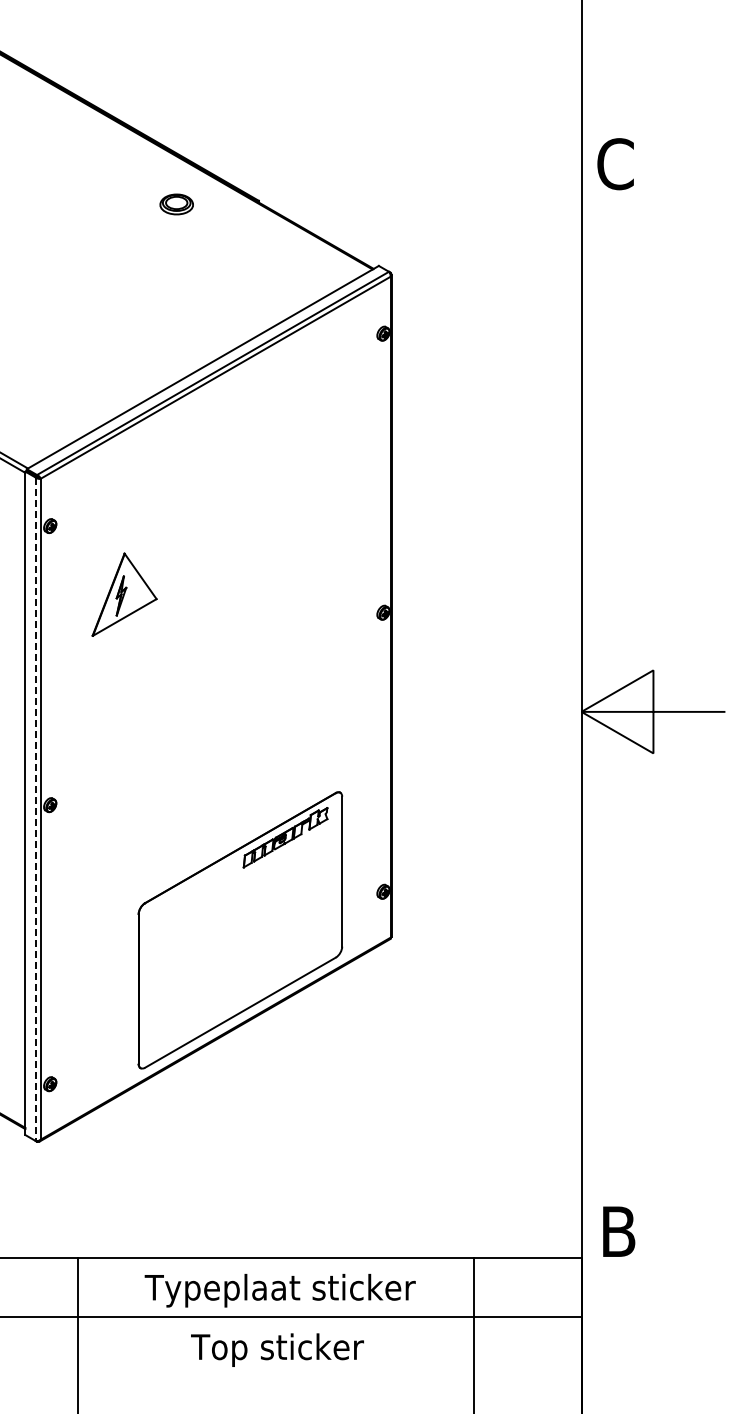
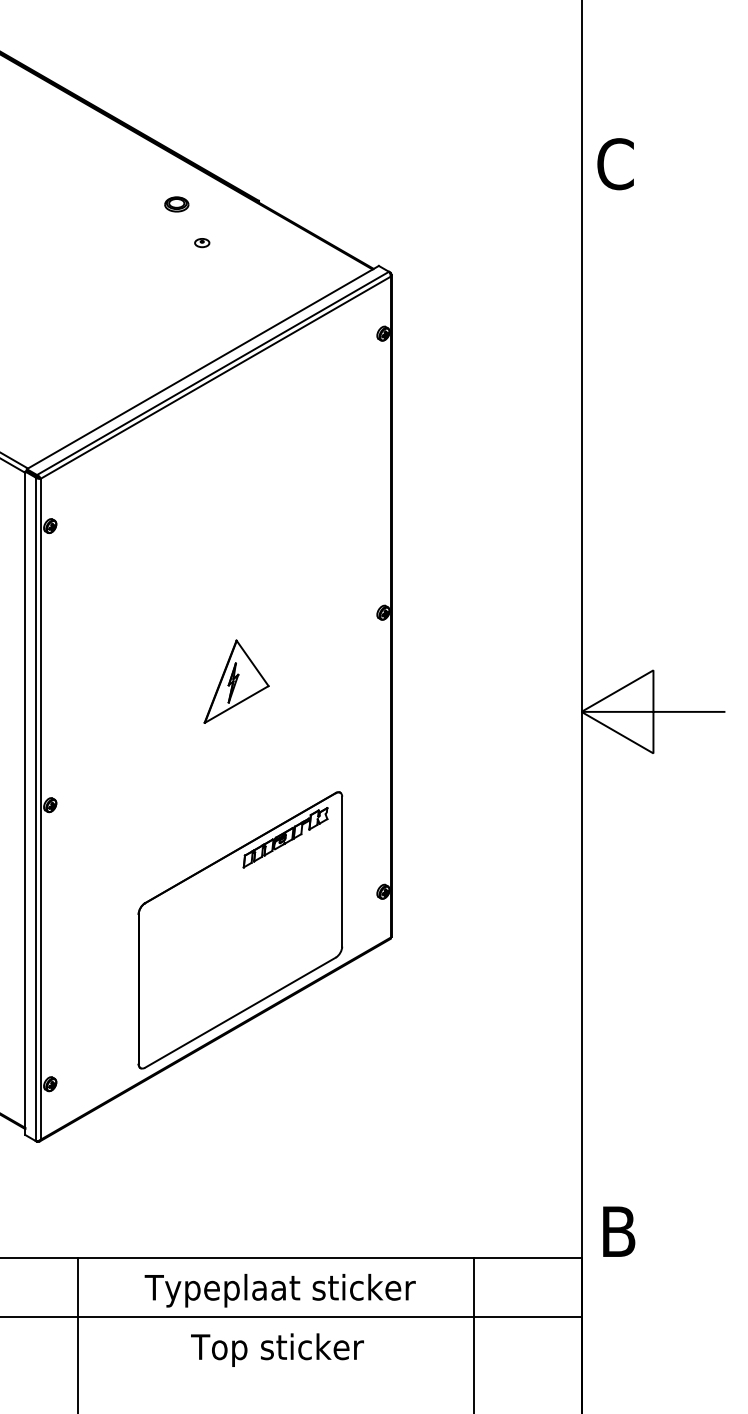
part at (176, 204) size: 35x23 px -> 26x17 px
part at (202, 243): none -> present
part at (124, 594) position: (124, 594) -> (236, 681)
line at (35, 809): dashed -> solid
